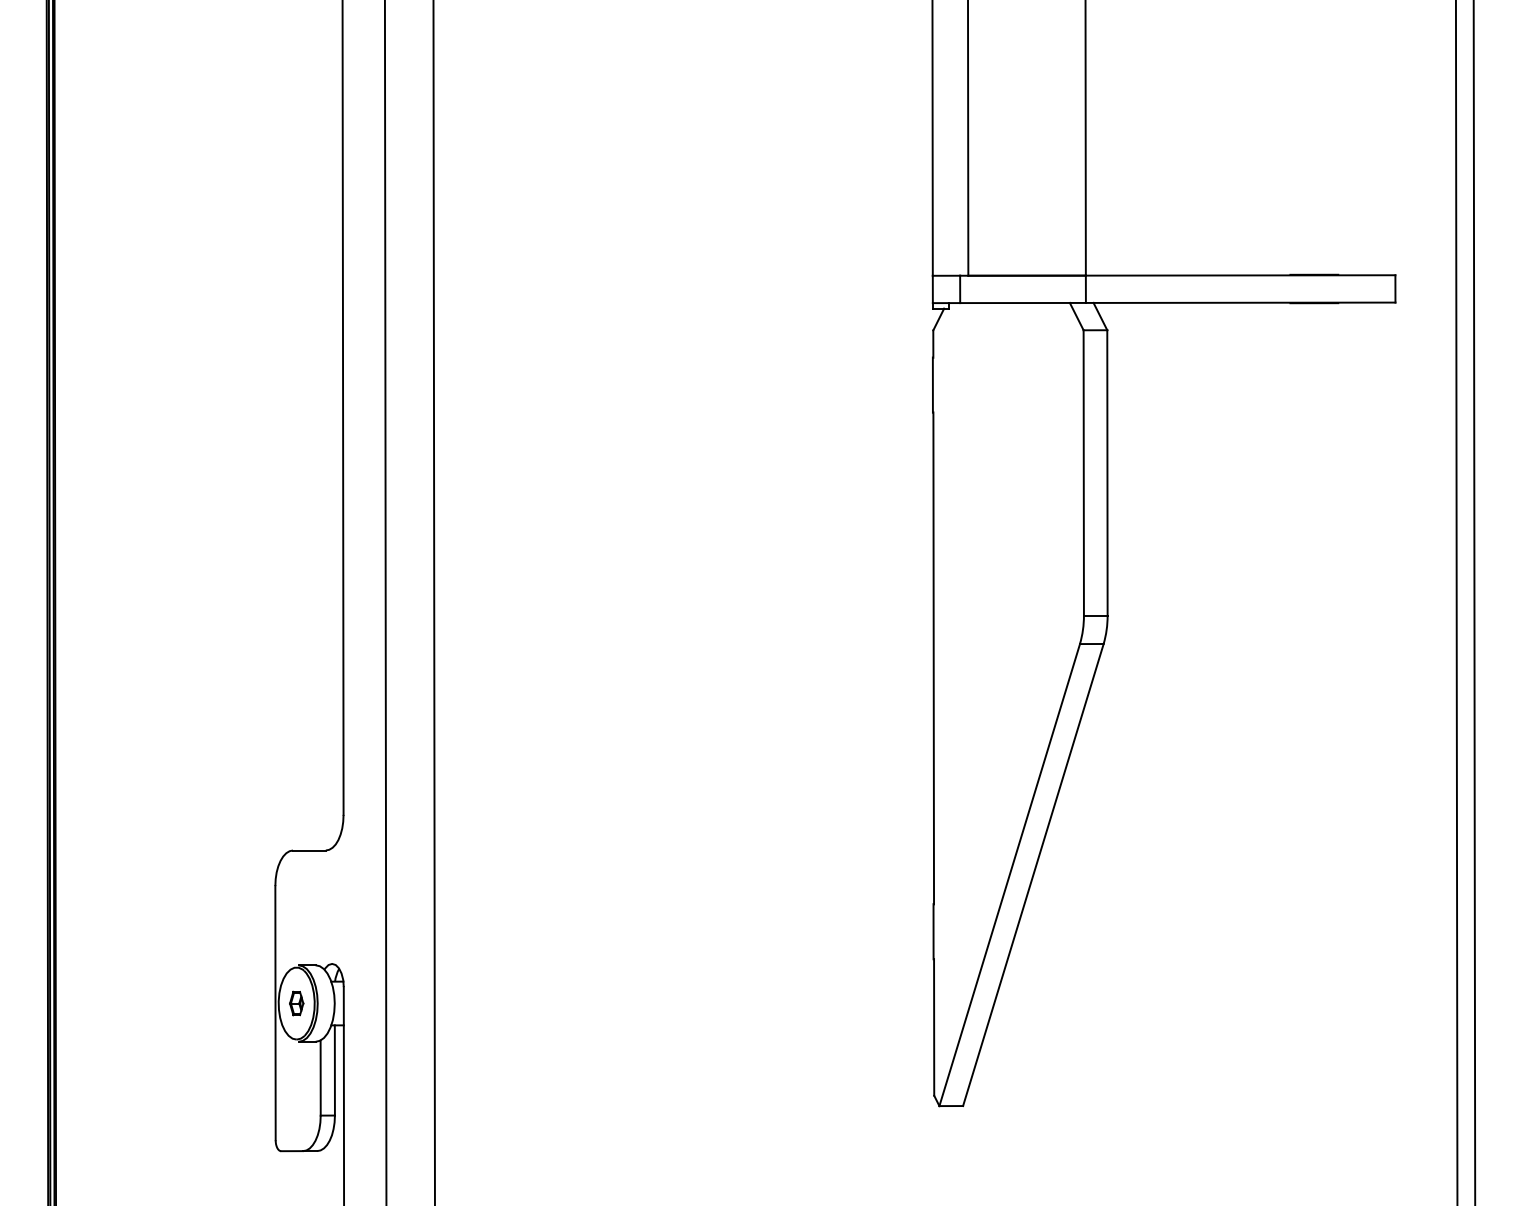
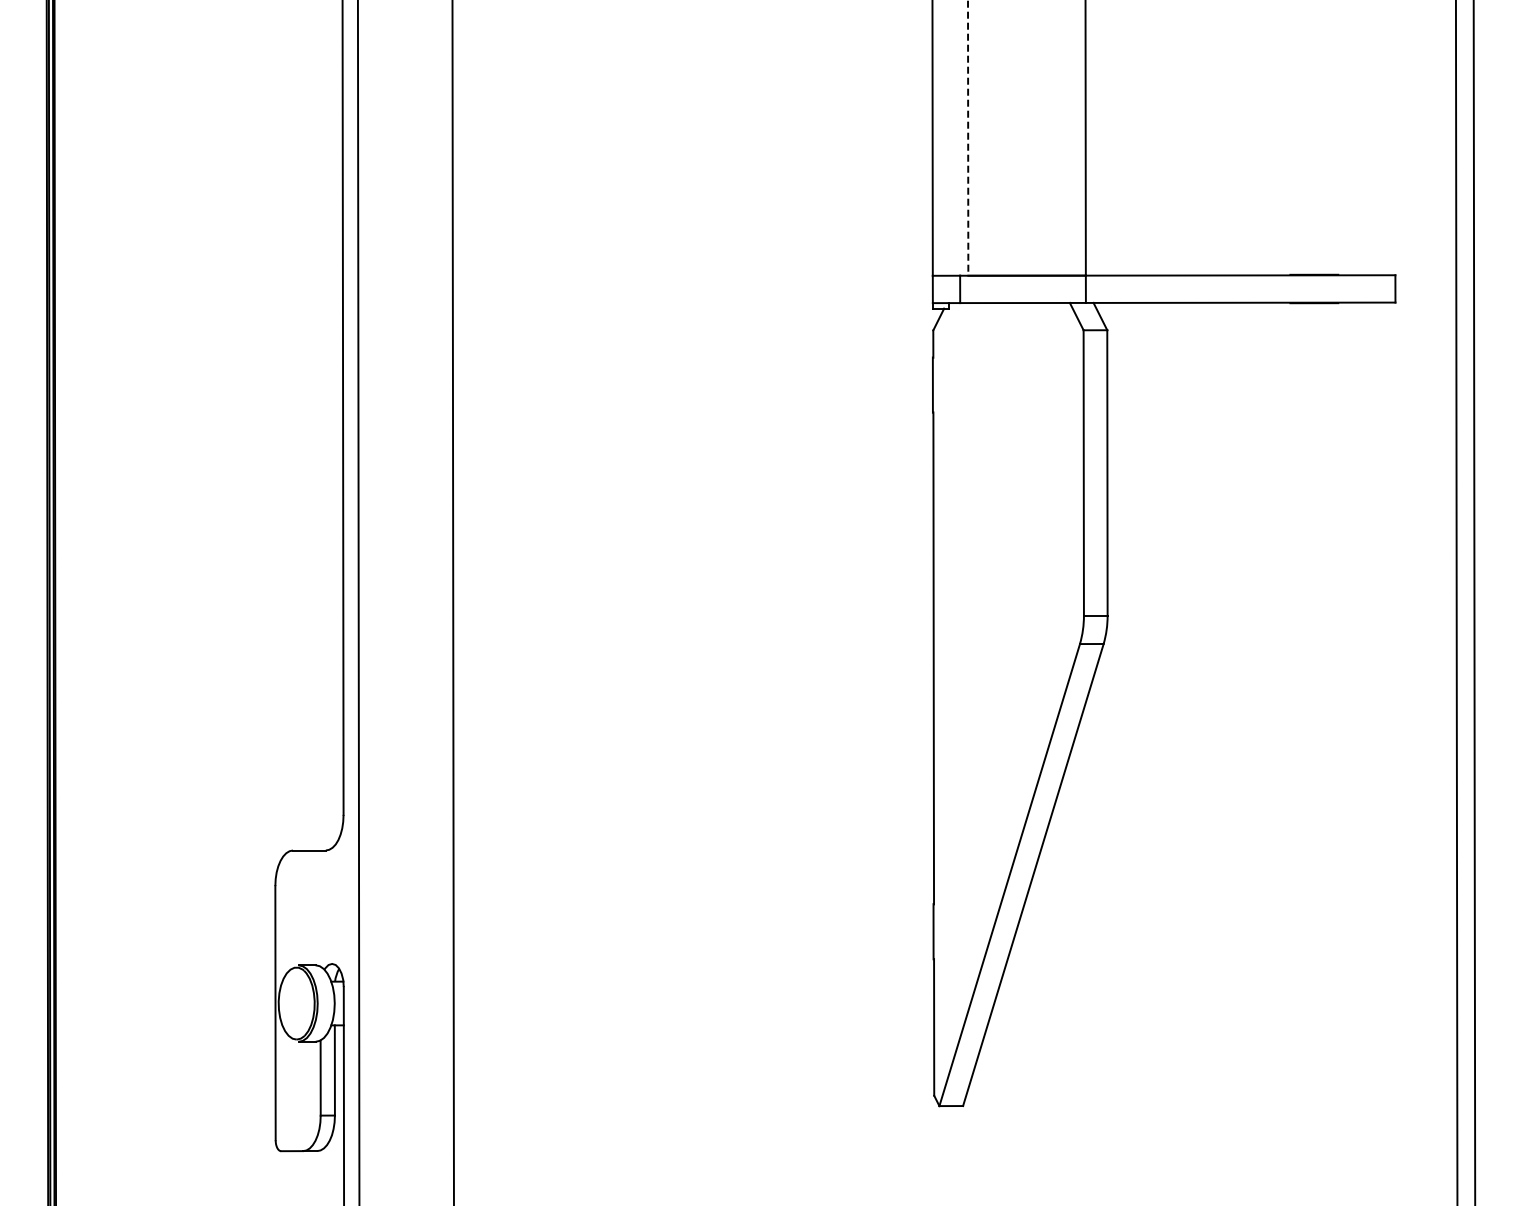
line at (968, 138): solid -> dashed
line at (385, 602) position: (385, 602) -> (358, 602)
line at (433, 602) position: (433, 602) -> (452, 602)
part at (296, 1003): present -> none
